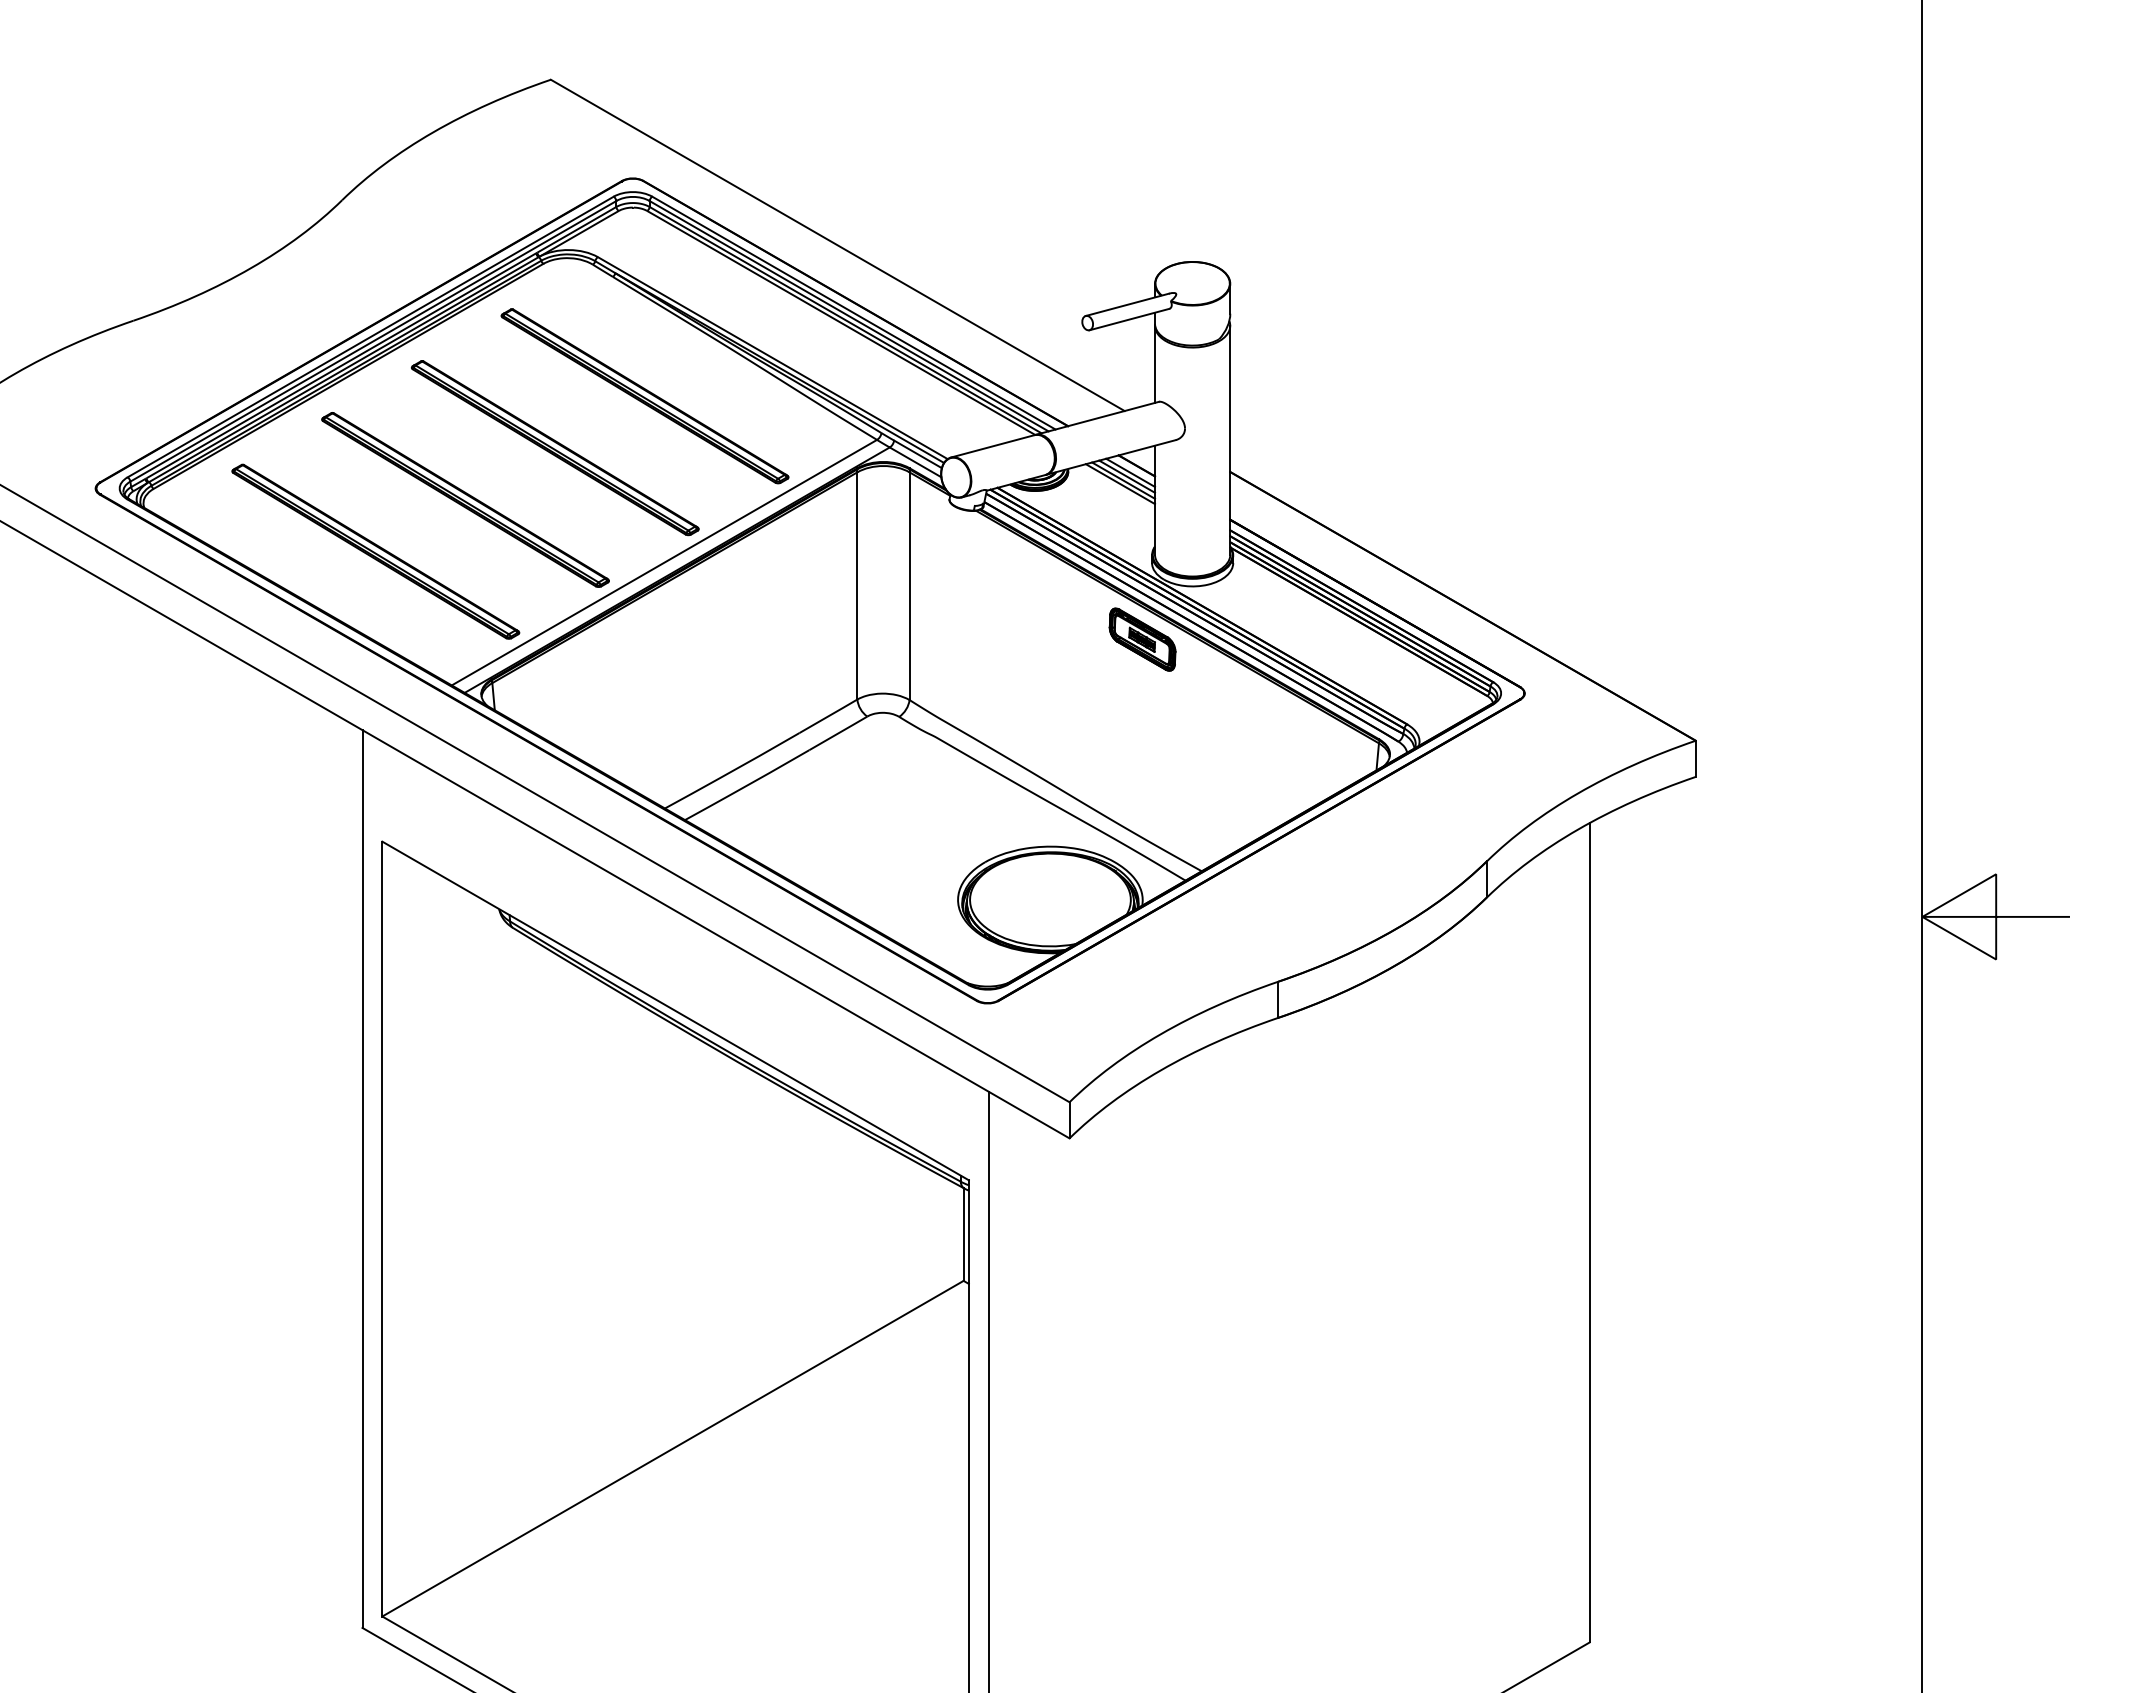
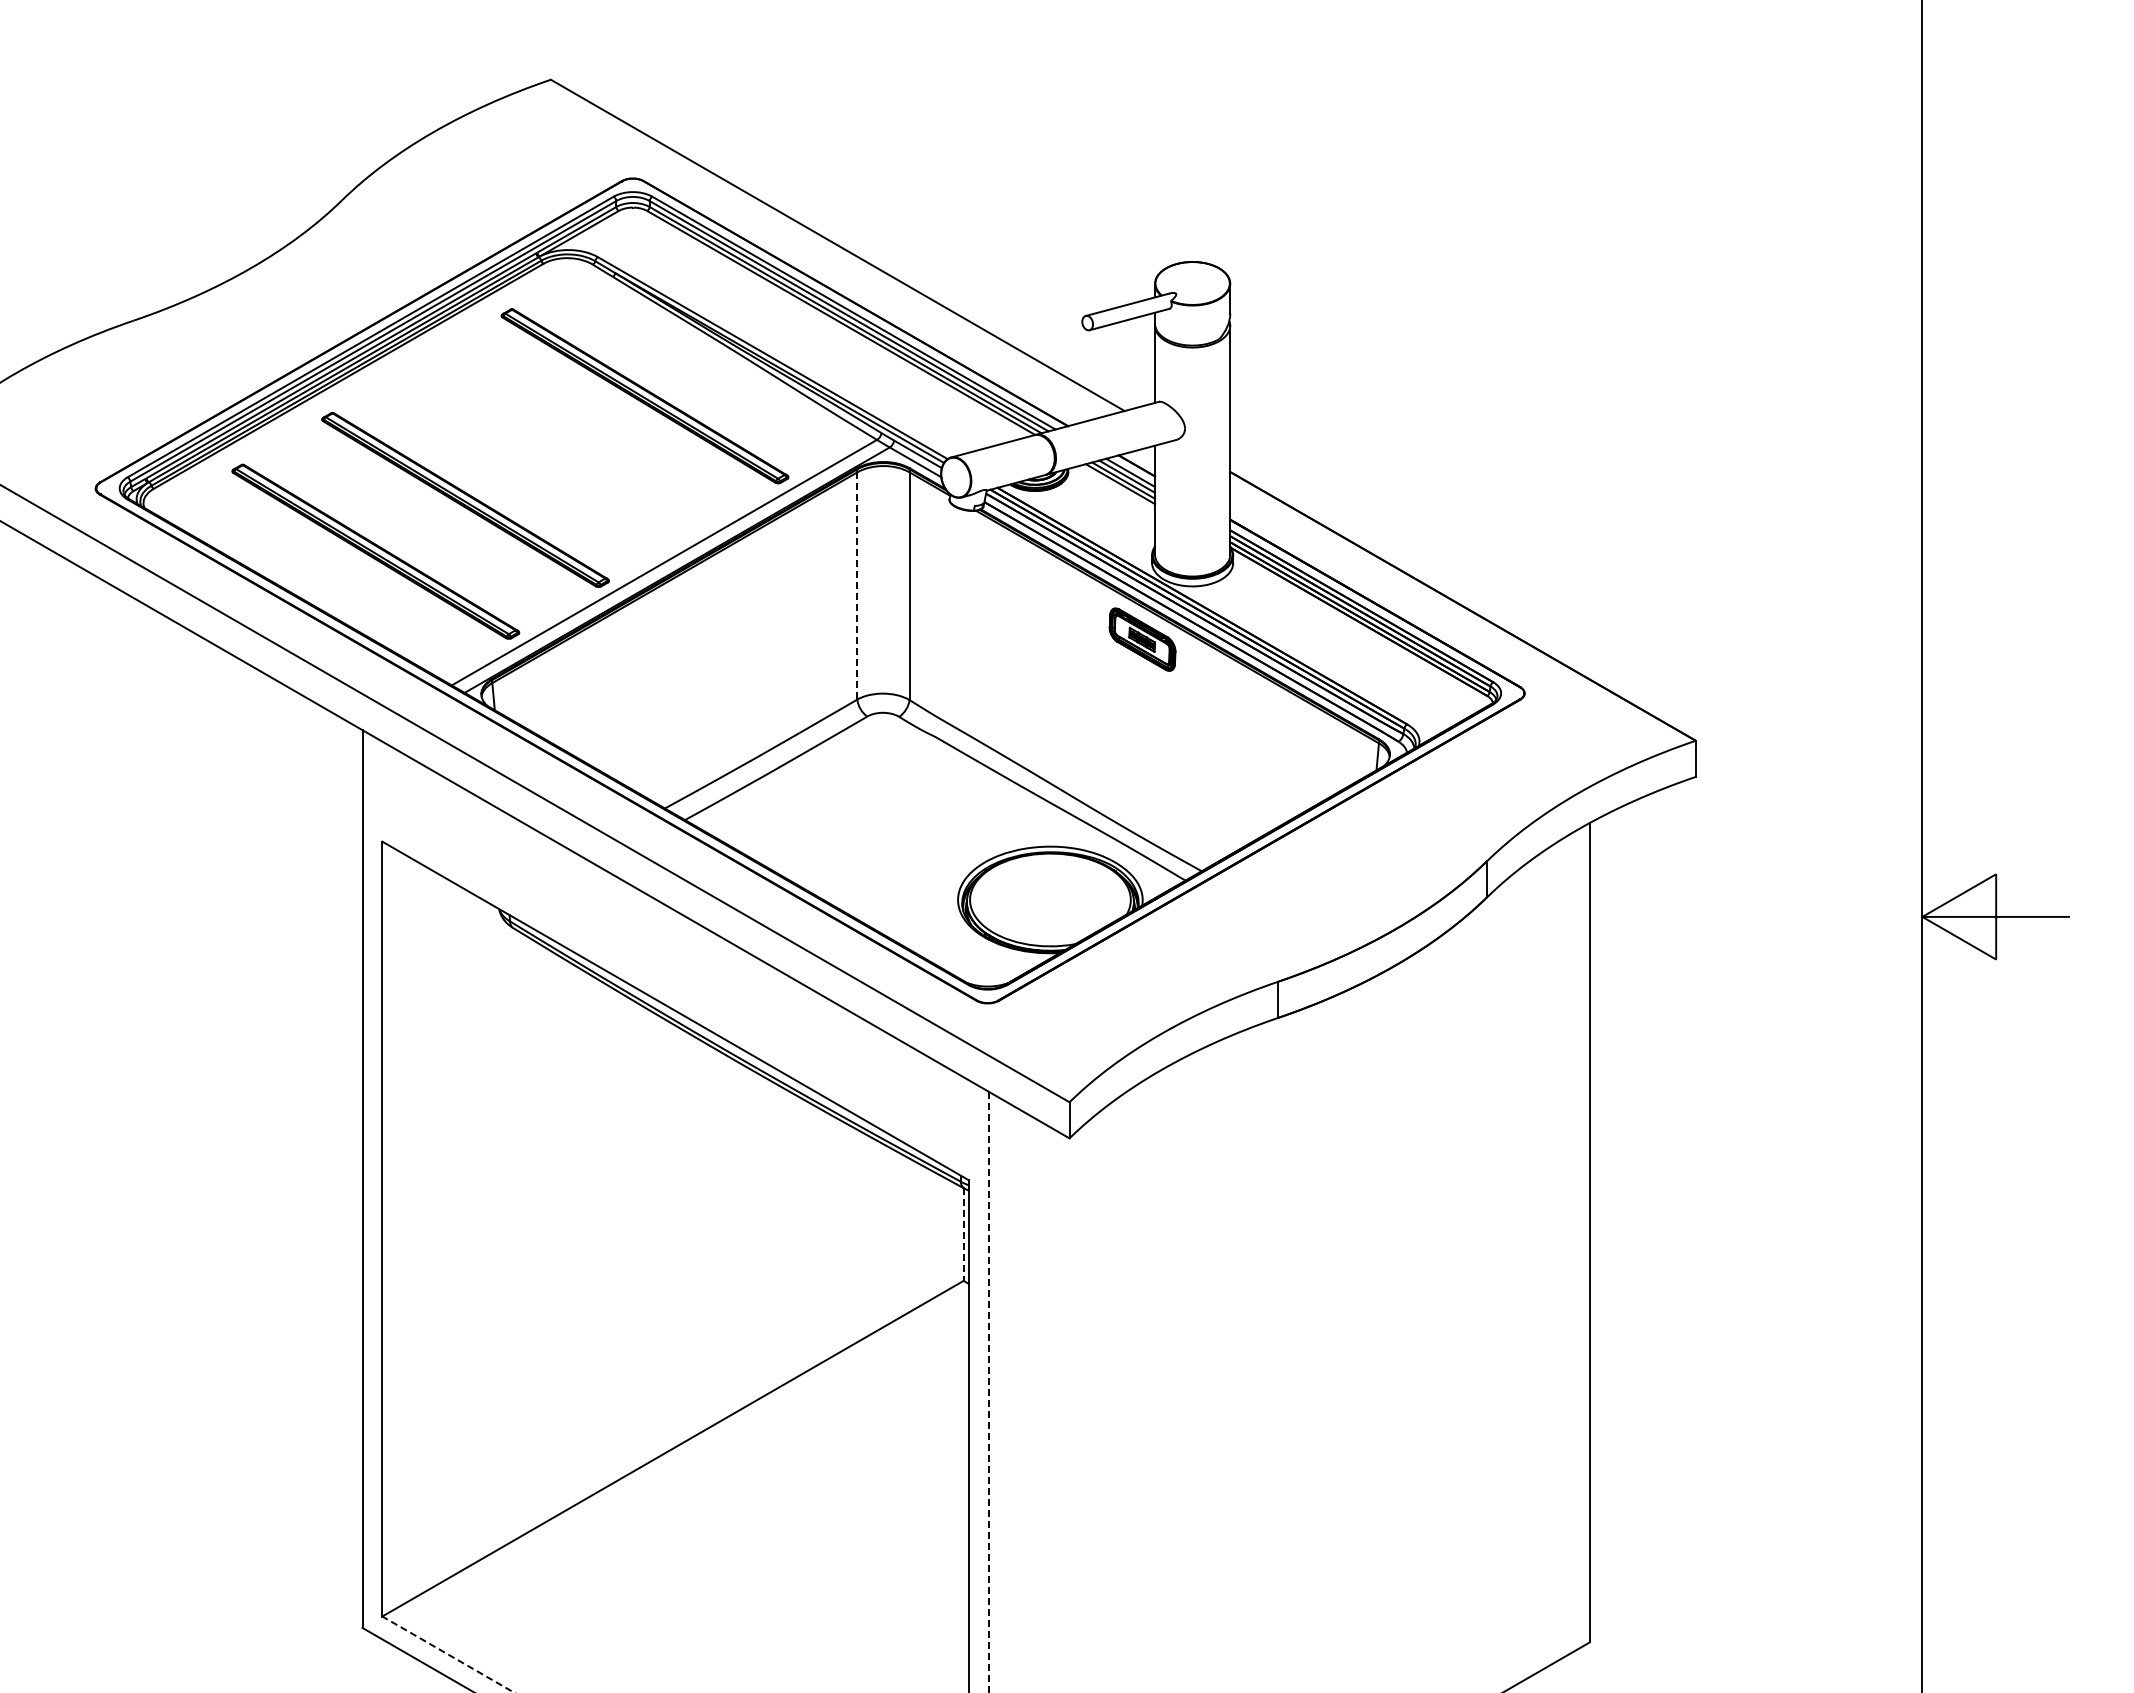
part at (554, 448): present -> none
line at (857, 585): solid -> dashed
line at (963, 1235): solid -> dashed
line at (988, 1392): solid -> dashed
line at (448, 1654): solid -> dashed
